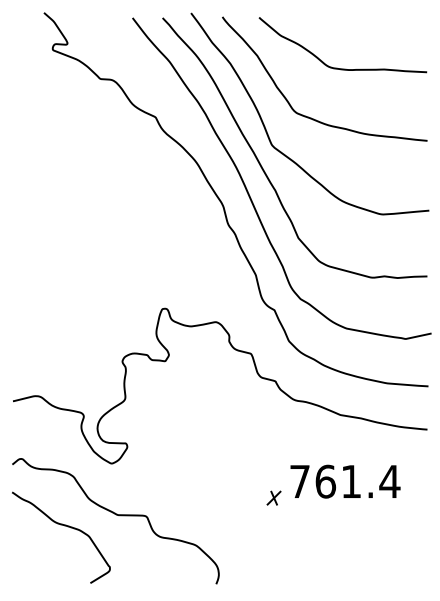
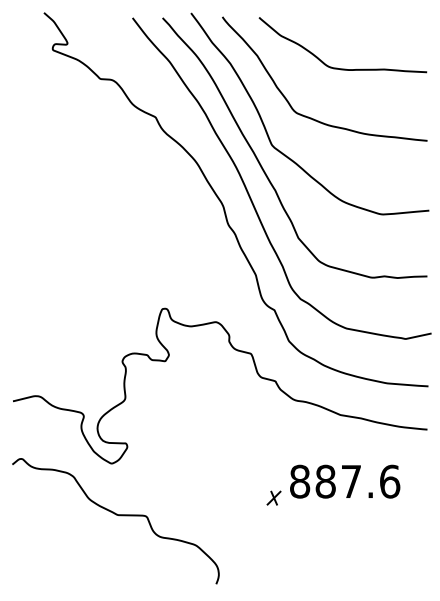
text at (345, 481): 761.4 -> 887.6
curve at (64, 526): present -> none
